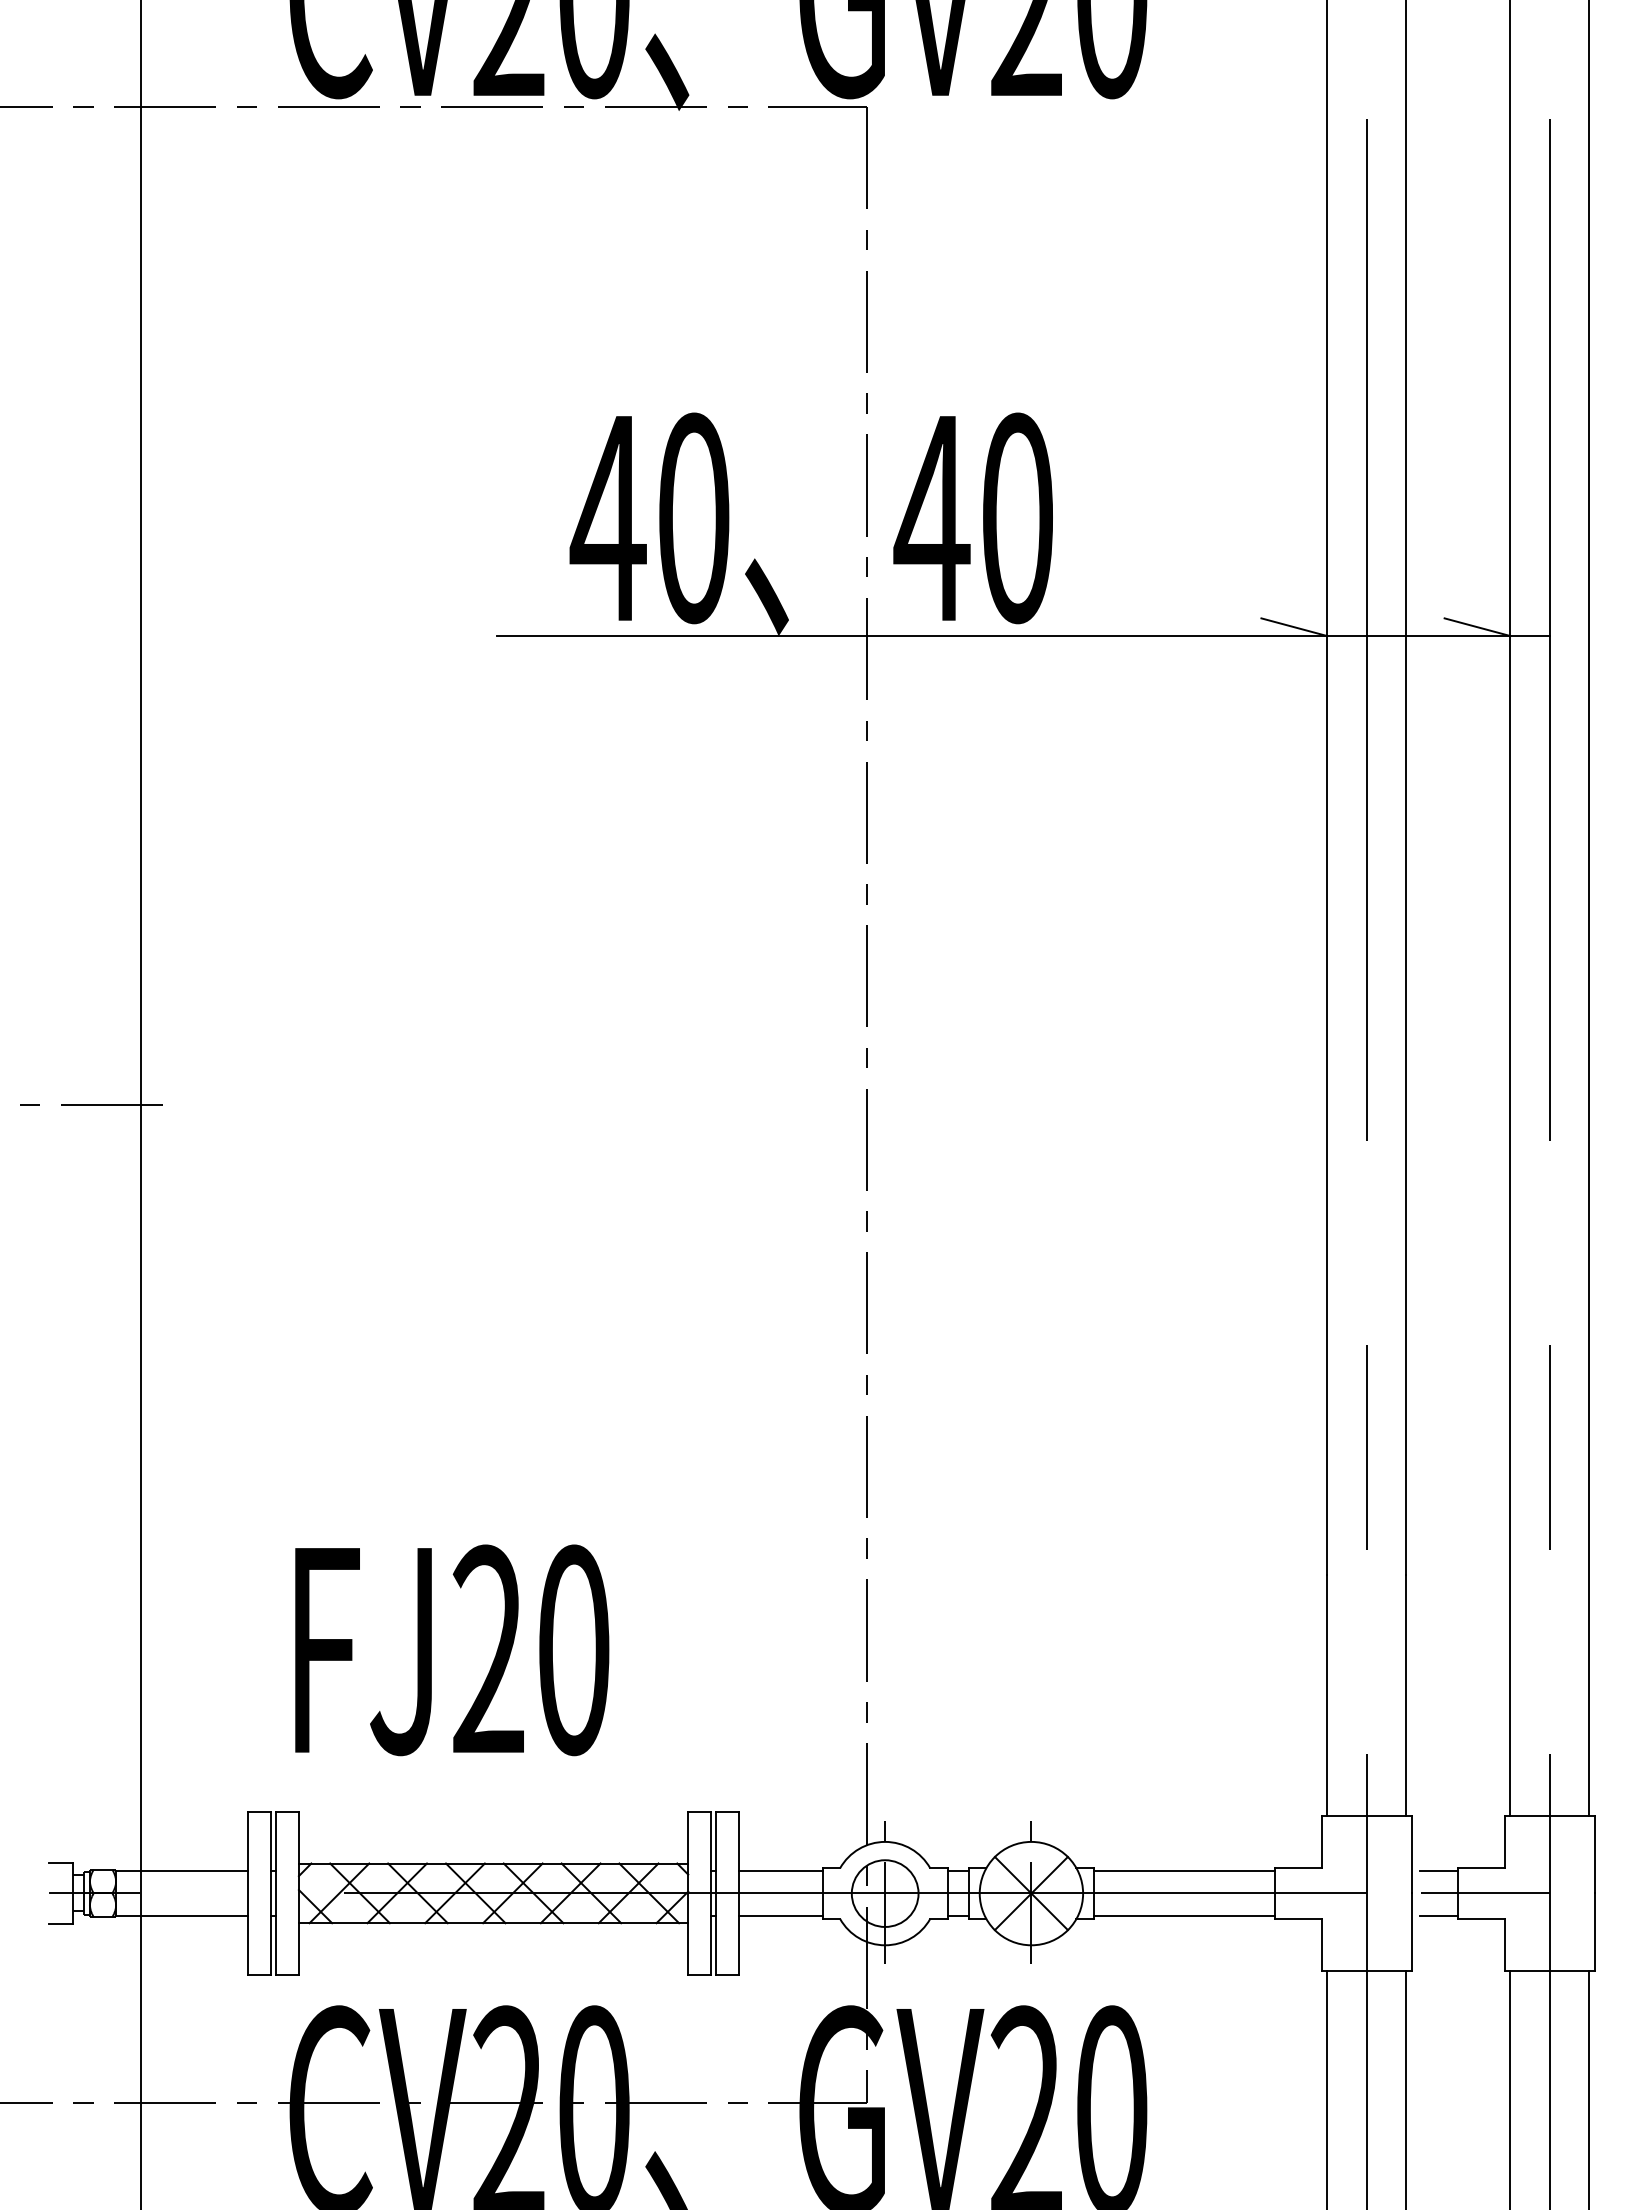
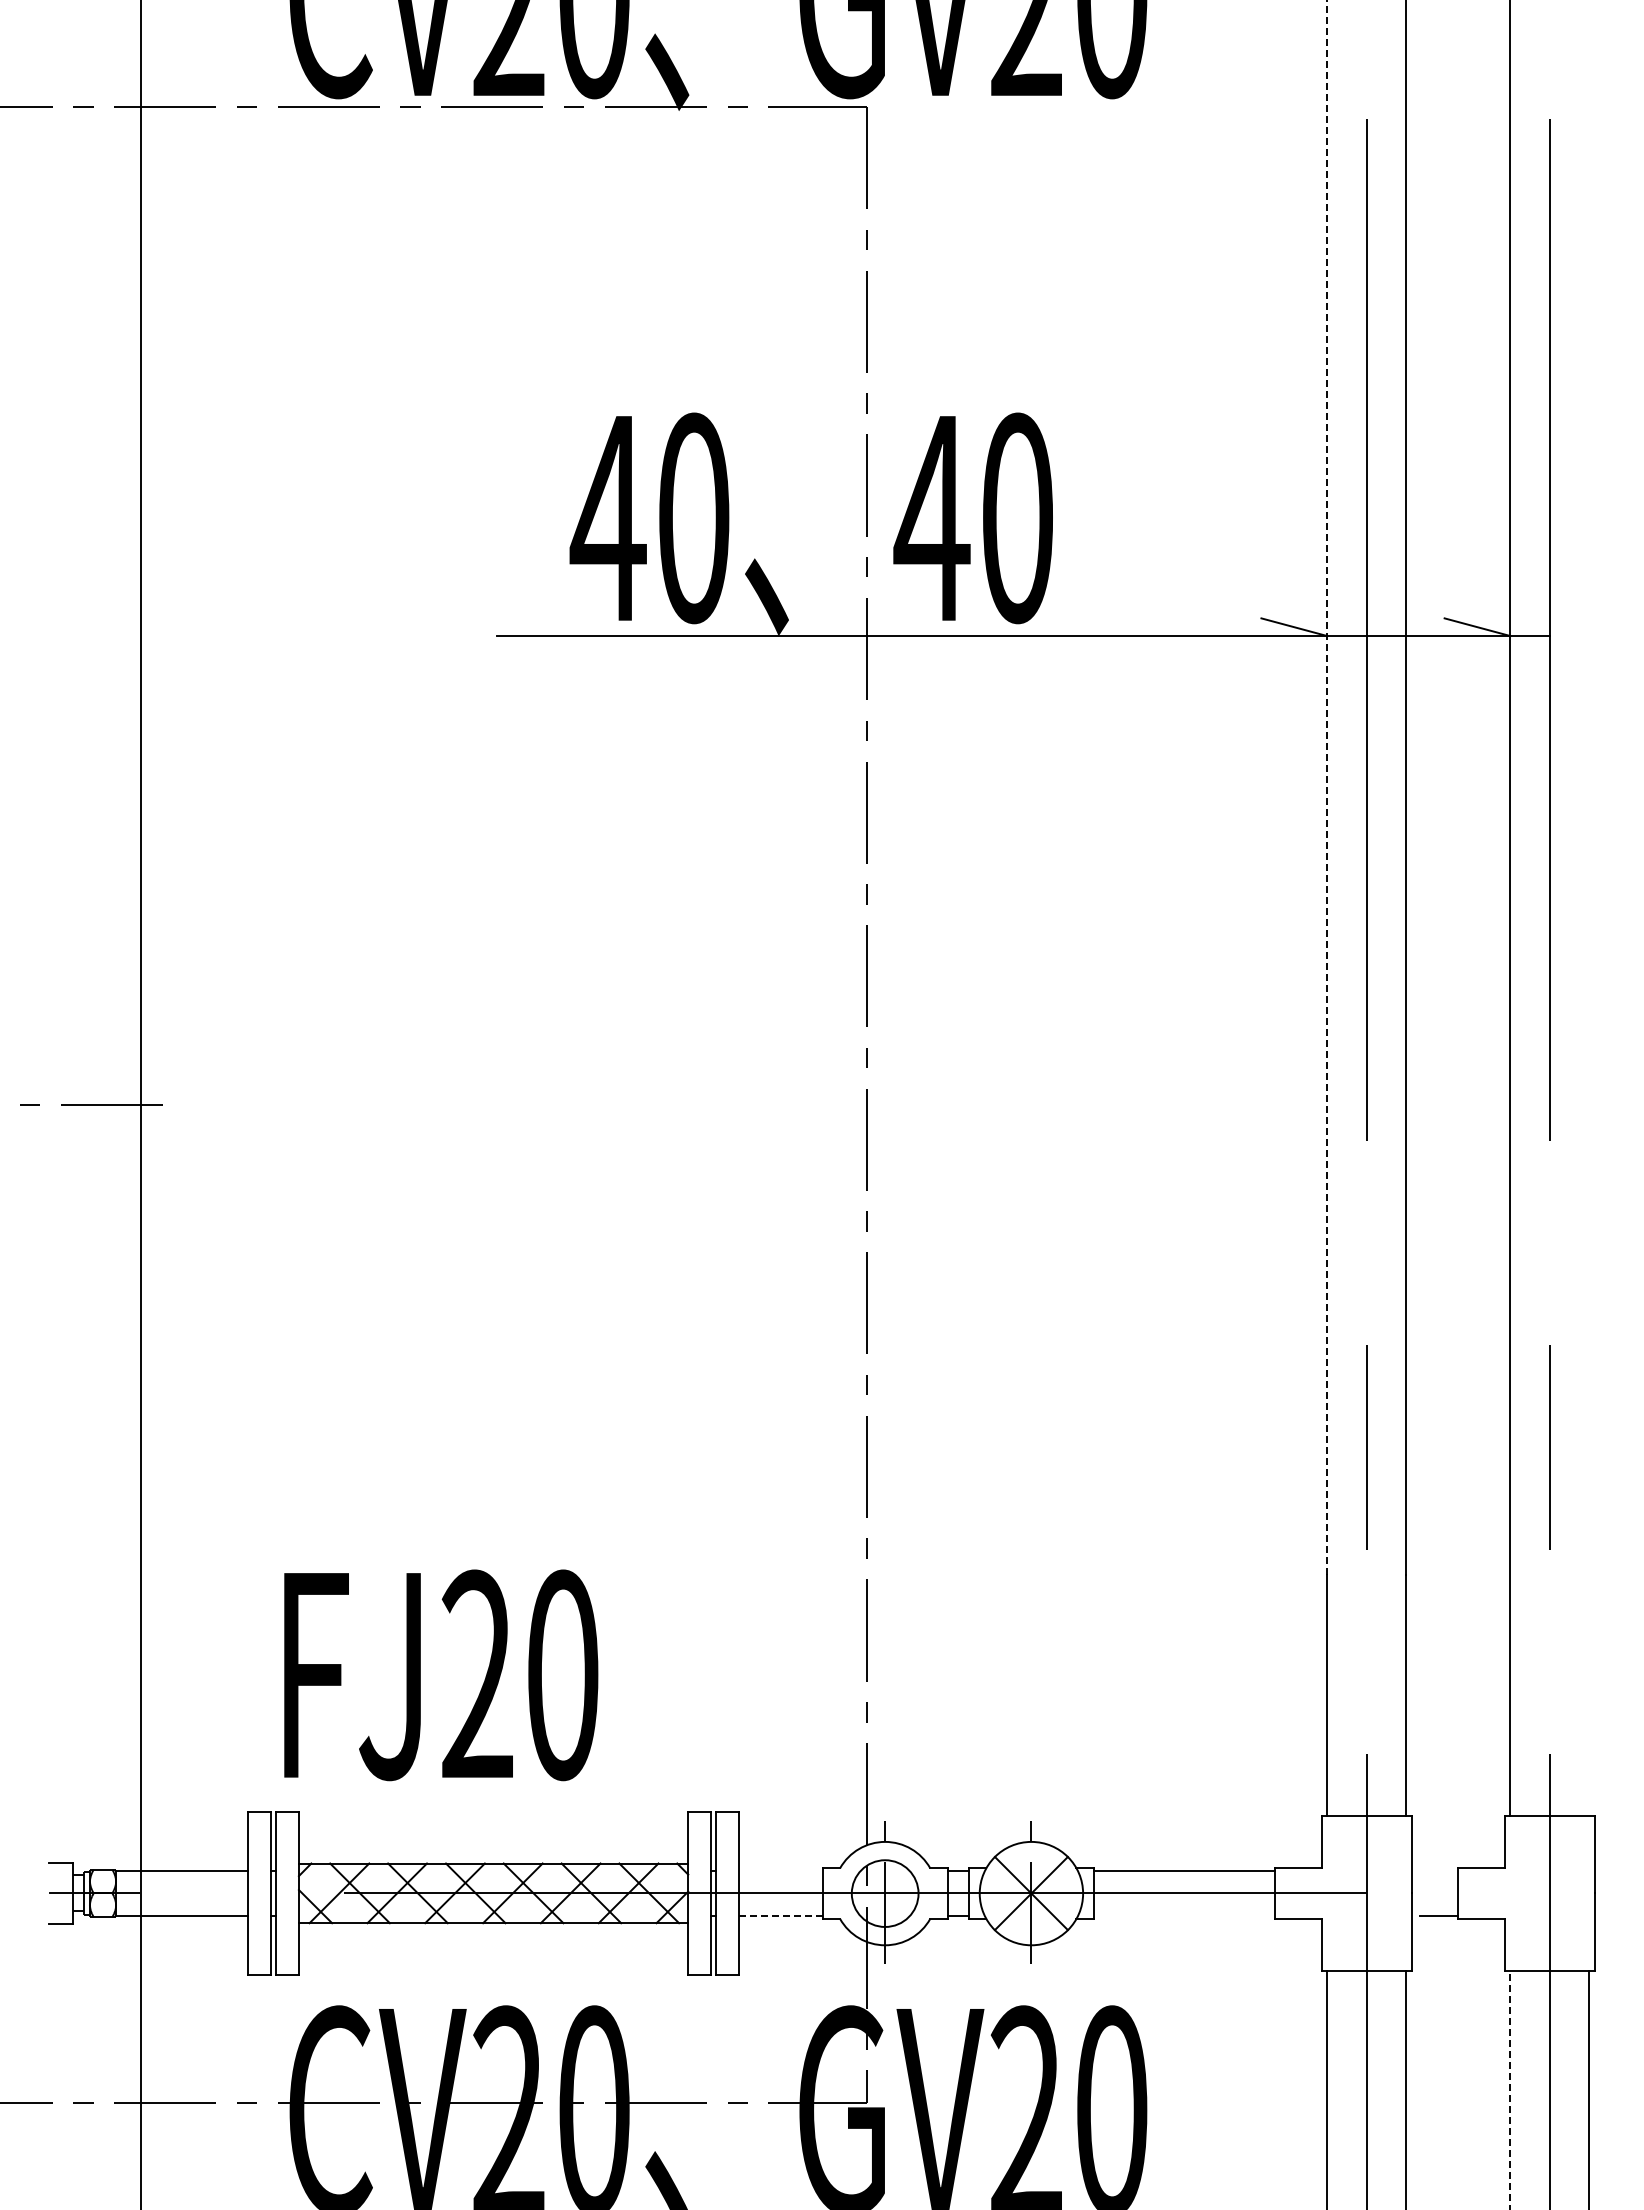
line at (1327, 787): solid -> dashed
line at (1589, 909): present -> none
text at (452, 1650) position: (452, 1650) -> (441, 1675)
line at (780, 1871): present -> none
line at (1438, 1871): present -> none
line at (1485, 1893): present -> none
line at (780, 1915): solid -> dashed
line at (1184, 1915): present -> none
line at (1510, 2089): solid -> dashed
